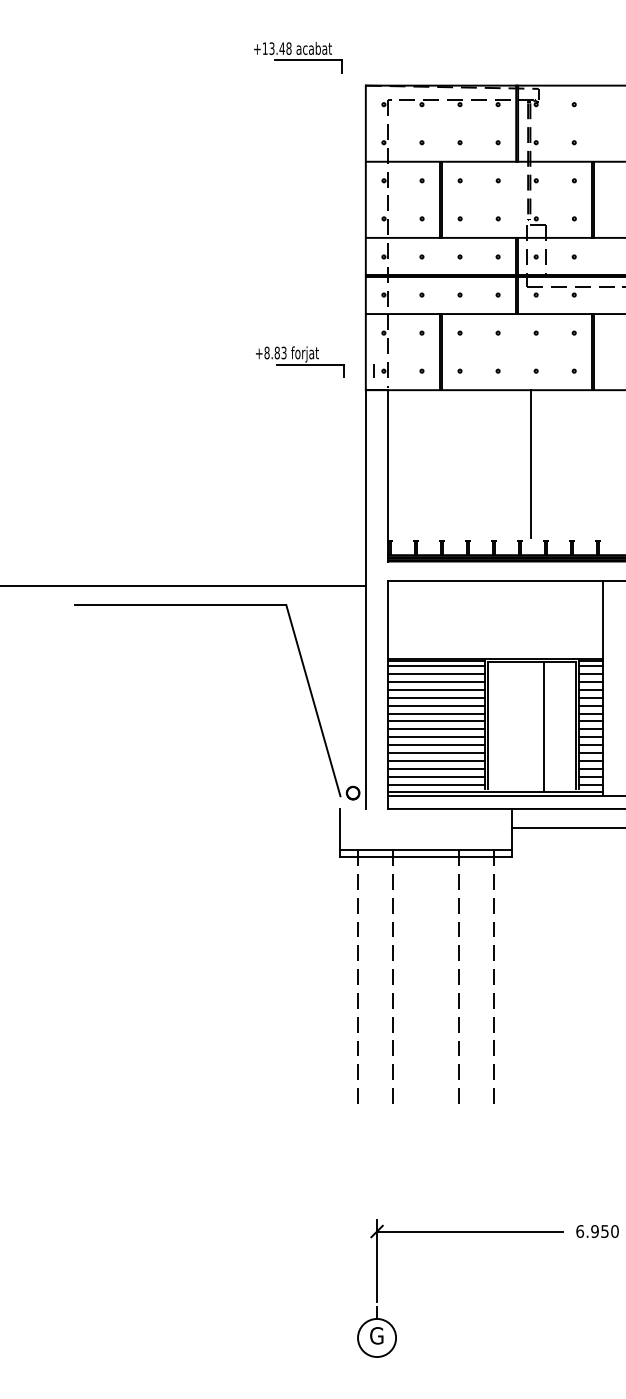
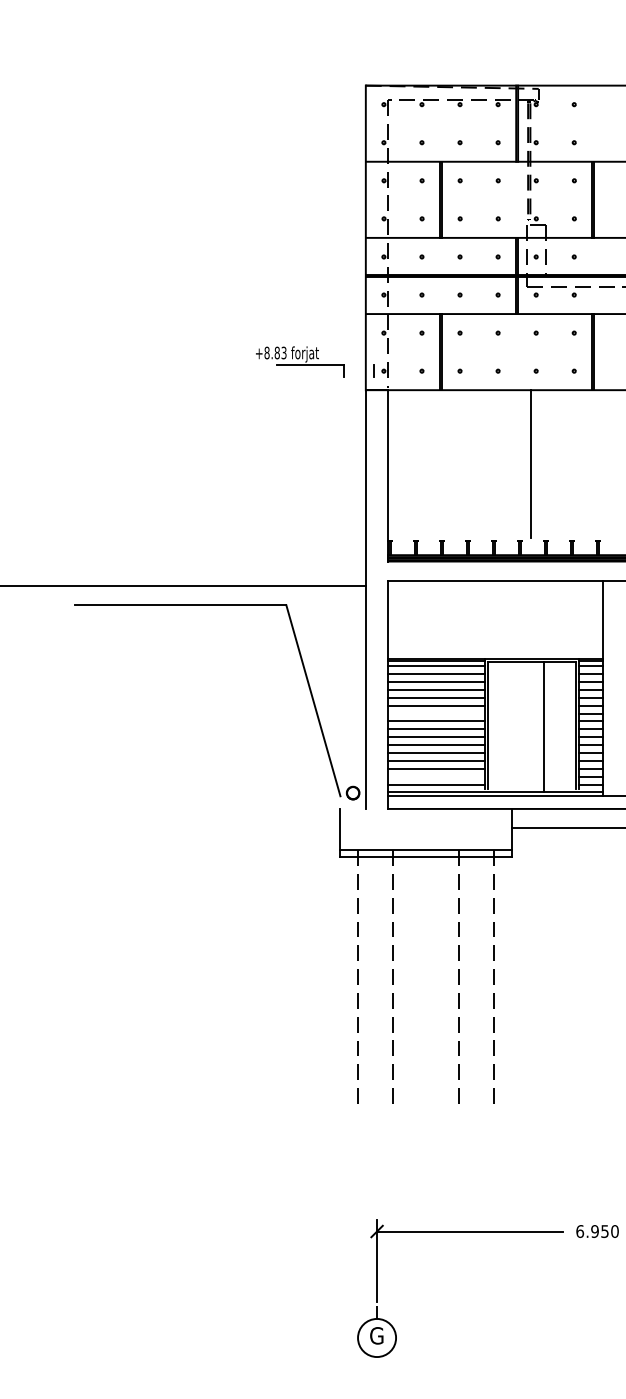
part at (298, 57): present -> none
line at (436, 713): present -> none
line at (436, 776): present -> none
